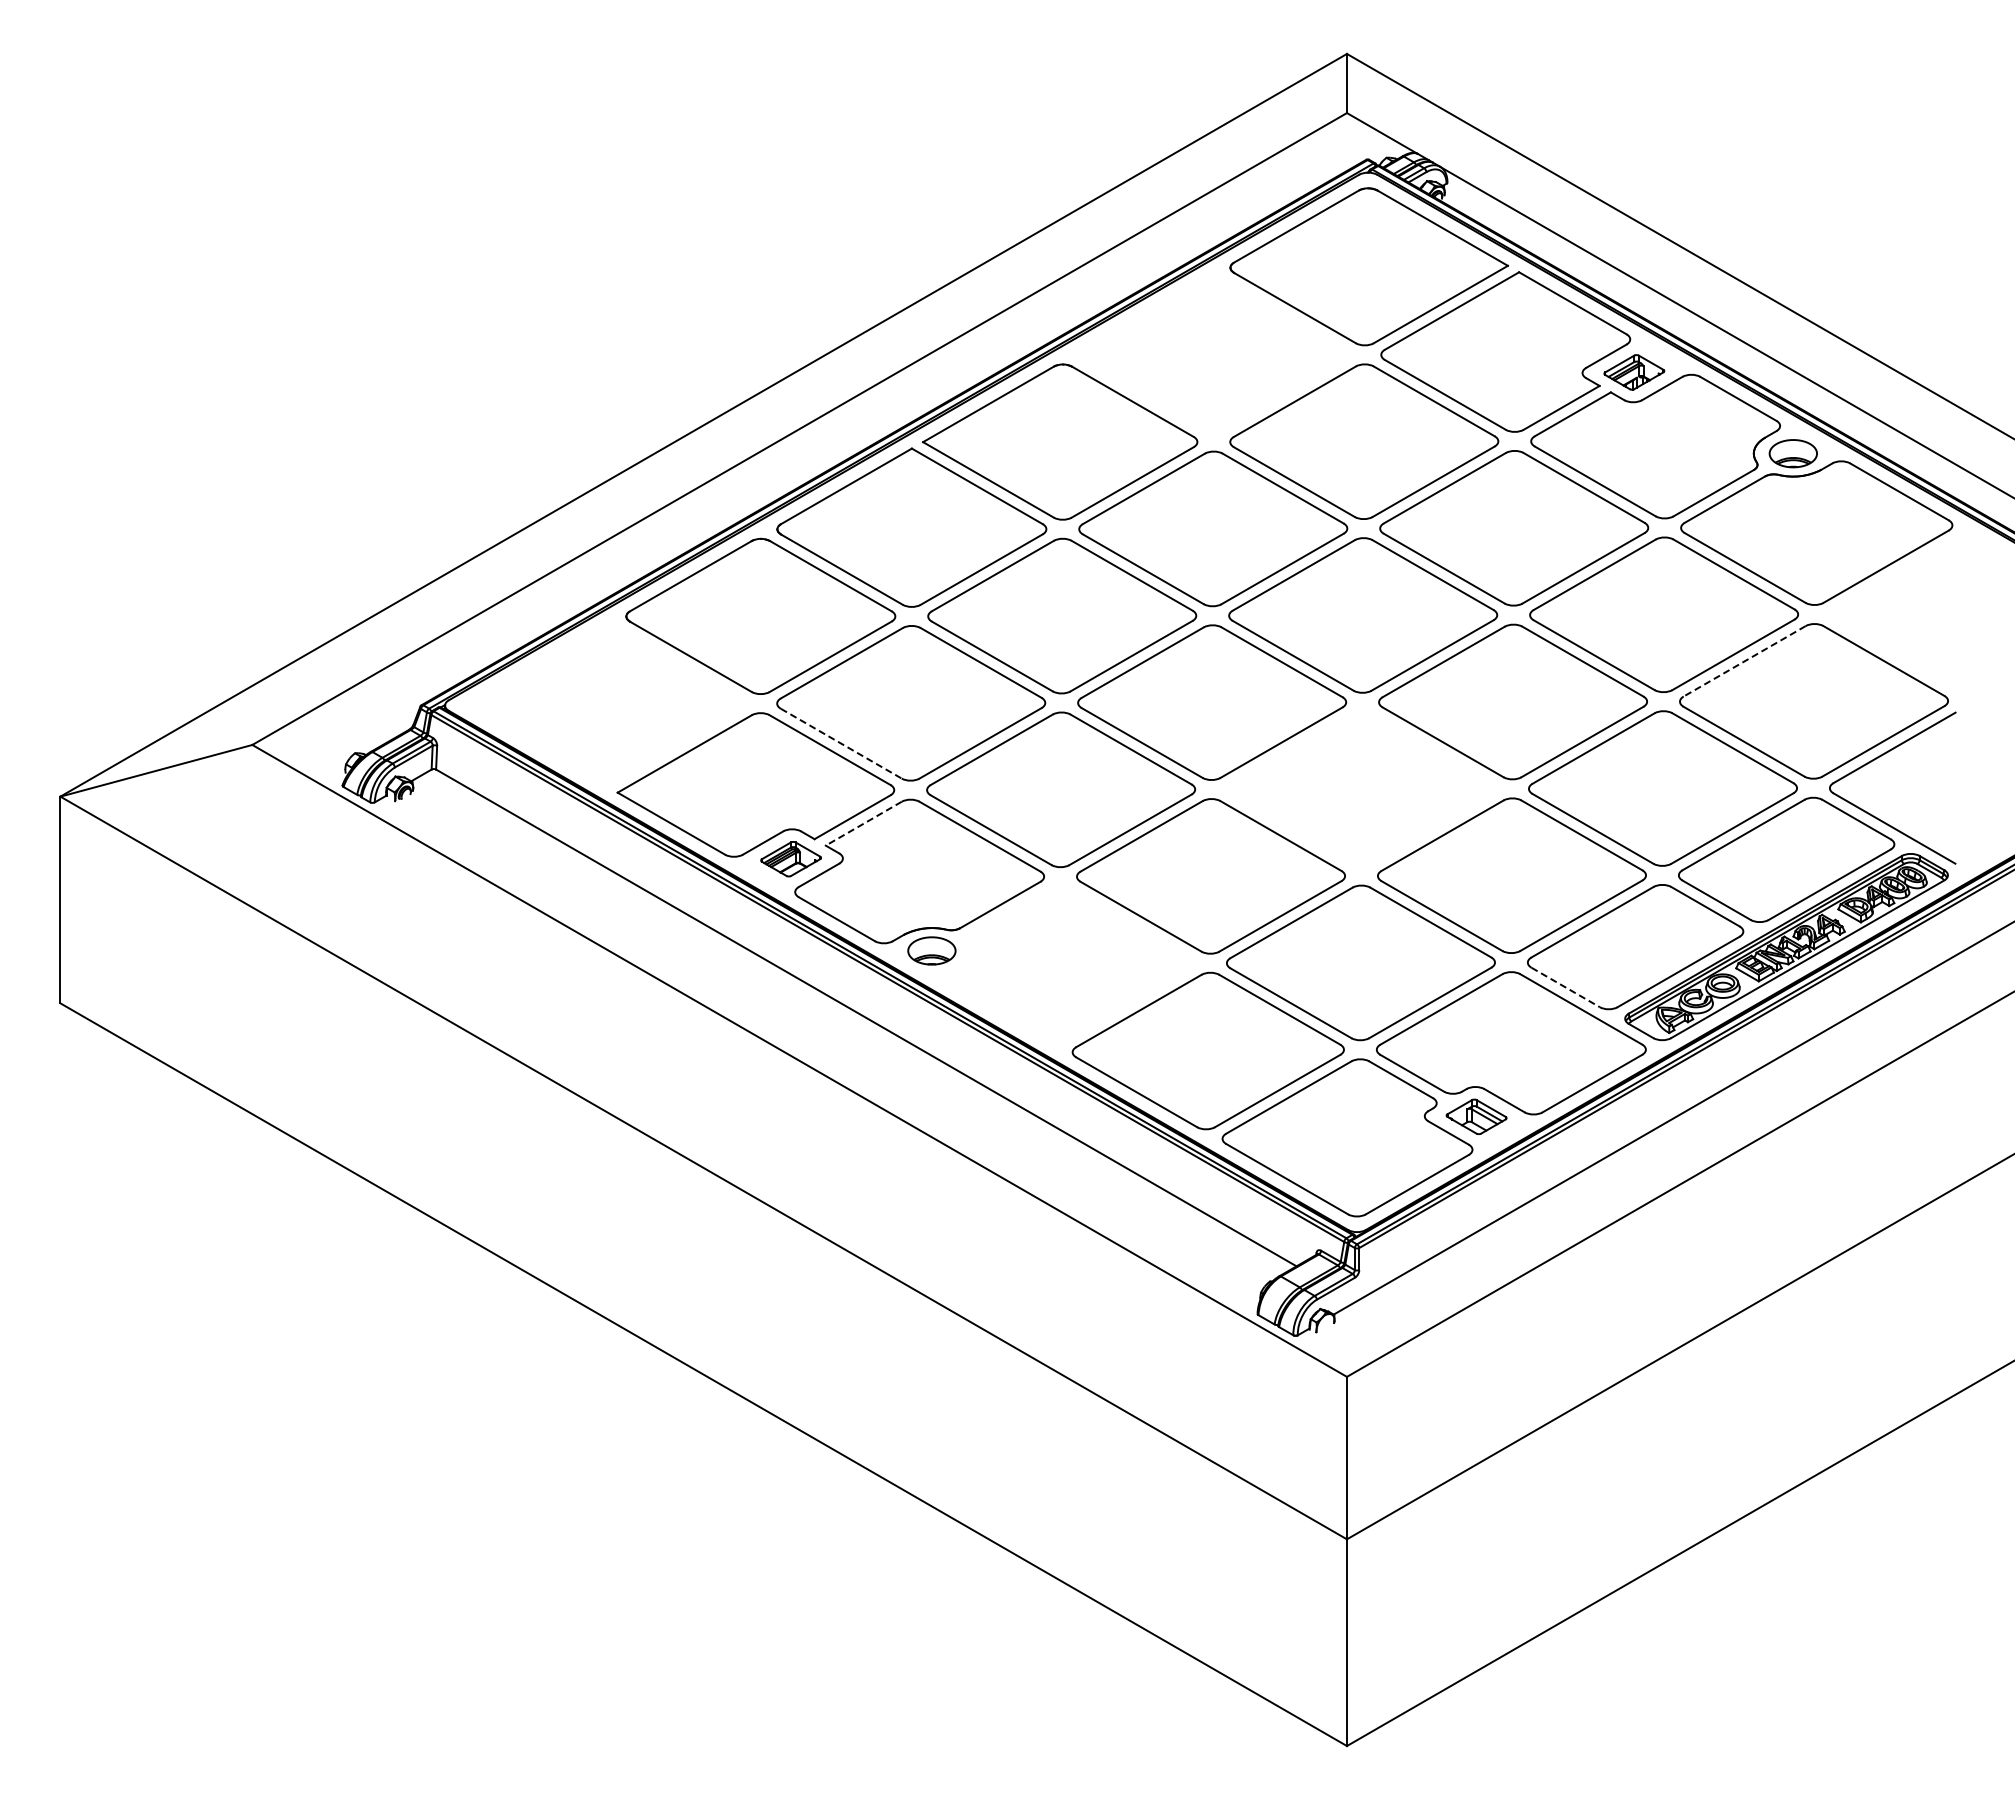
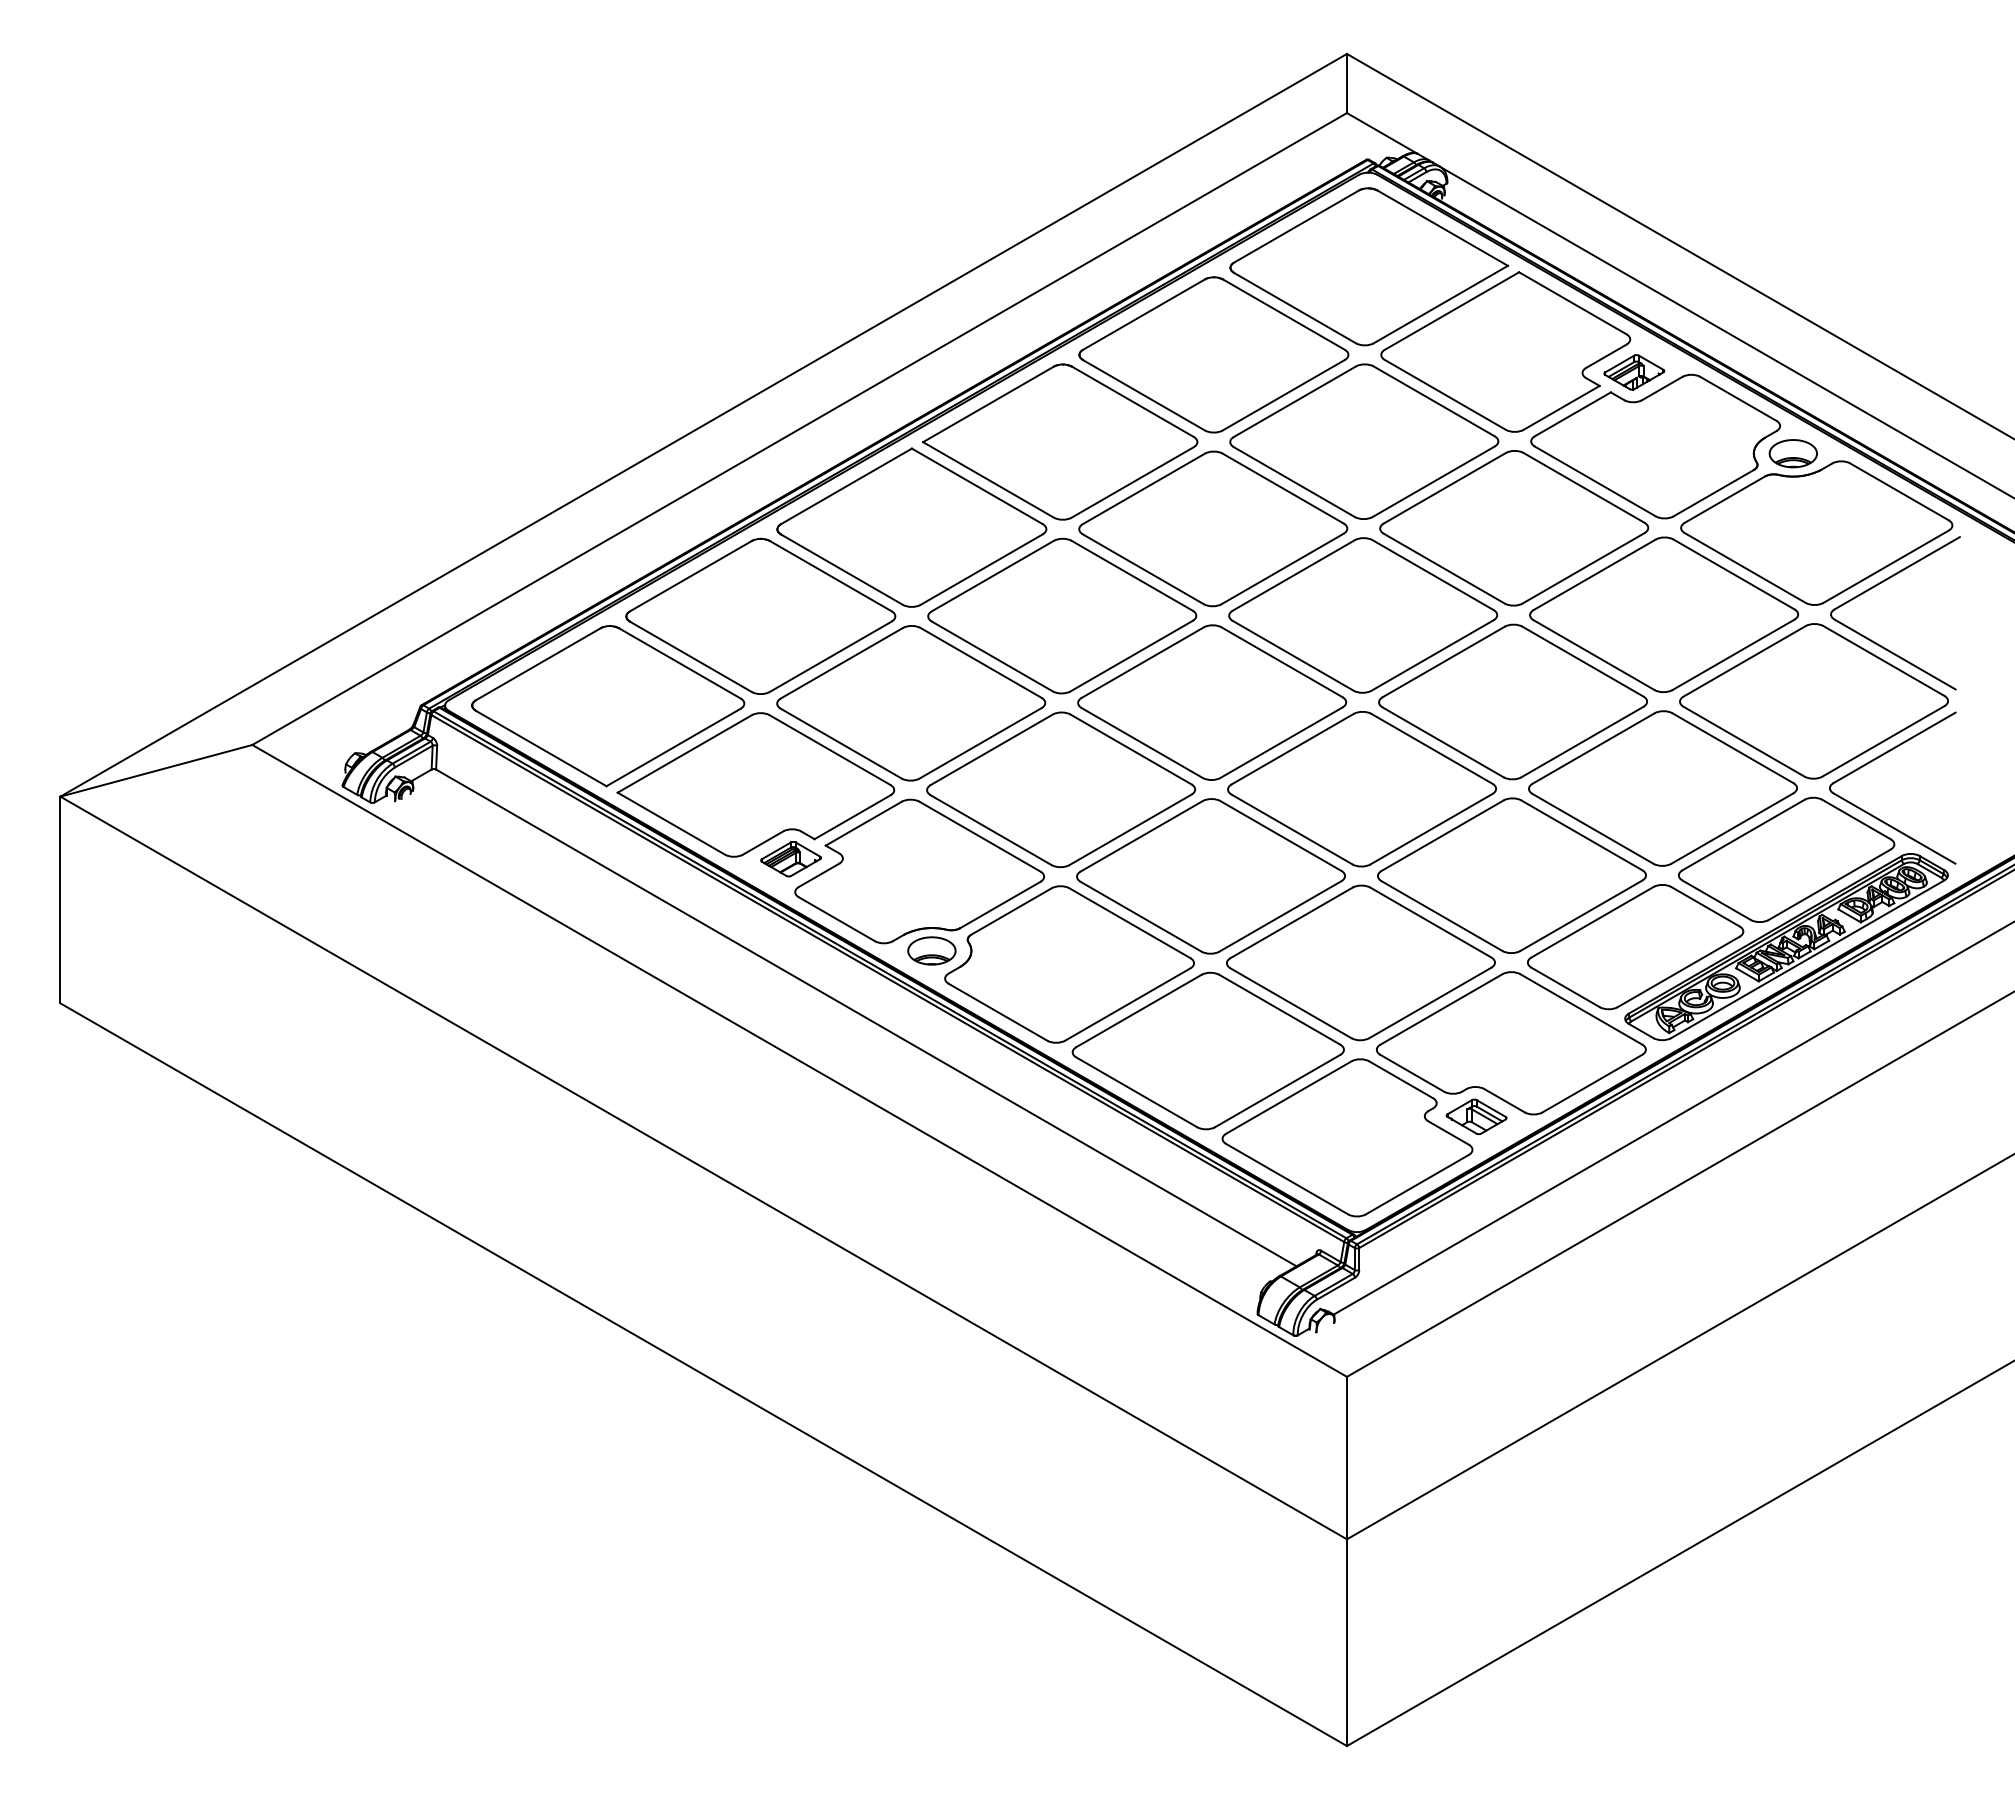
part at (1213, 354): none -> present
part at (1878, 585): none -> present
line at (1744, 661): dashed -> solid
part at (608, 706): none -> present
line at (841, 743): dashed -> solid
part at (1361, 789): none -> present
line at (863, 823): dashed -> solid
part at (1069, 964): none -> present
line at (1566, 987): dashed -> solid
